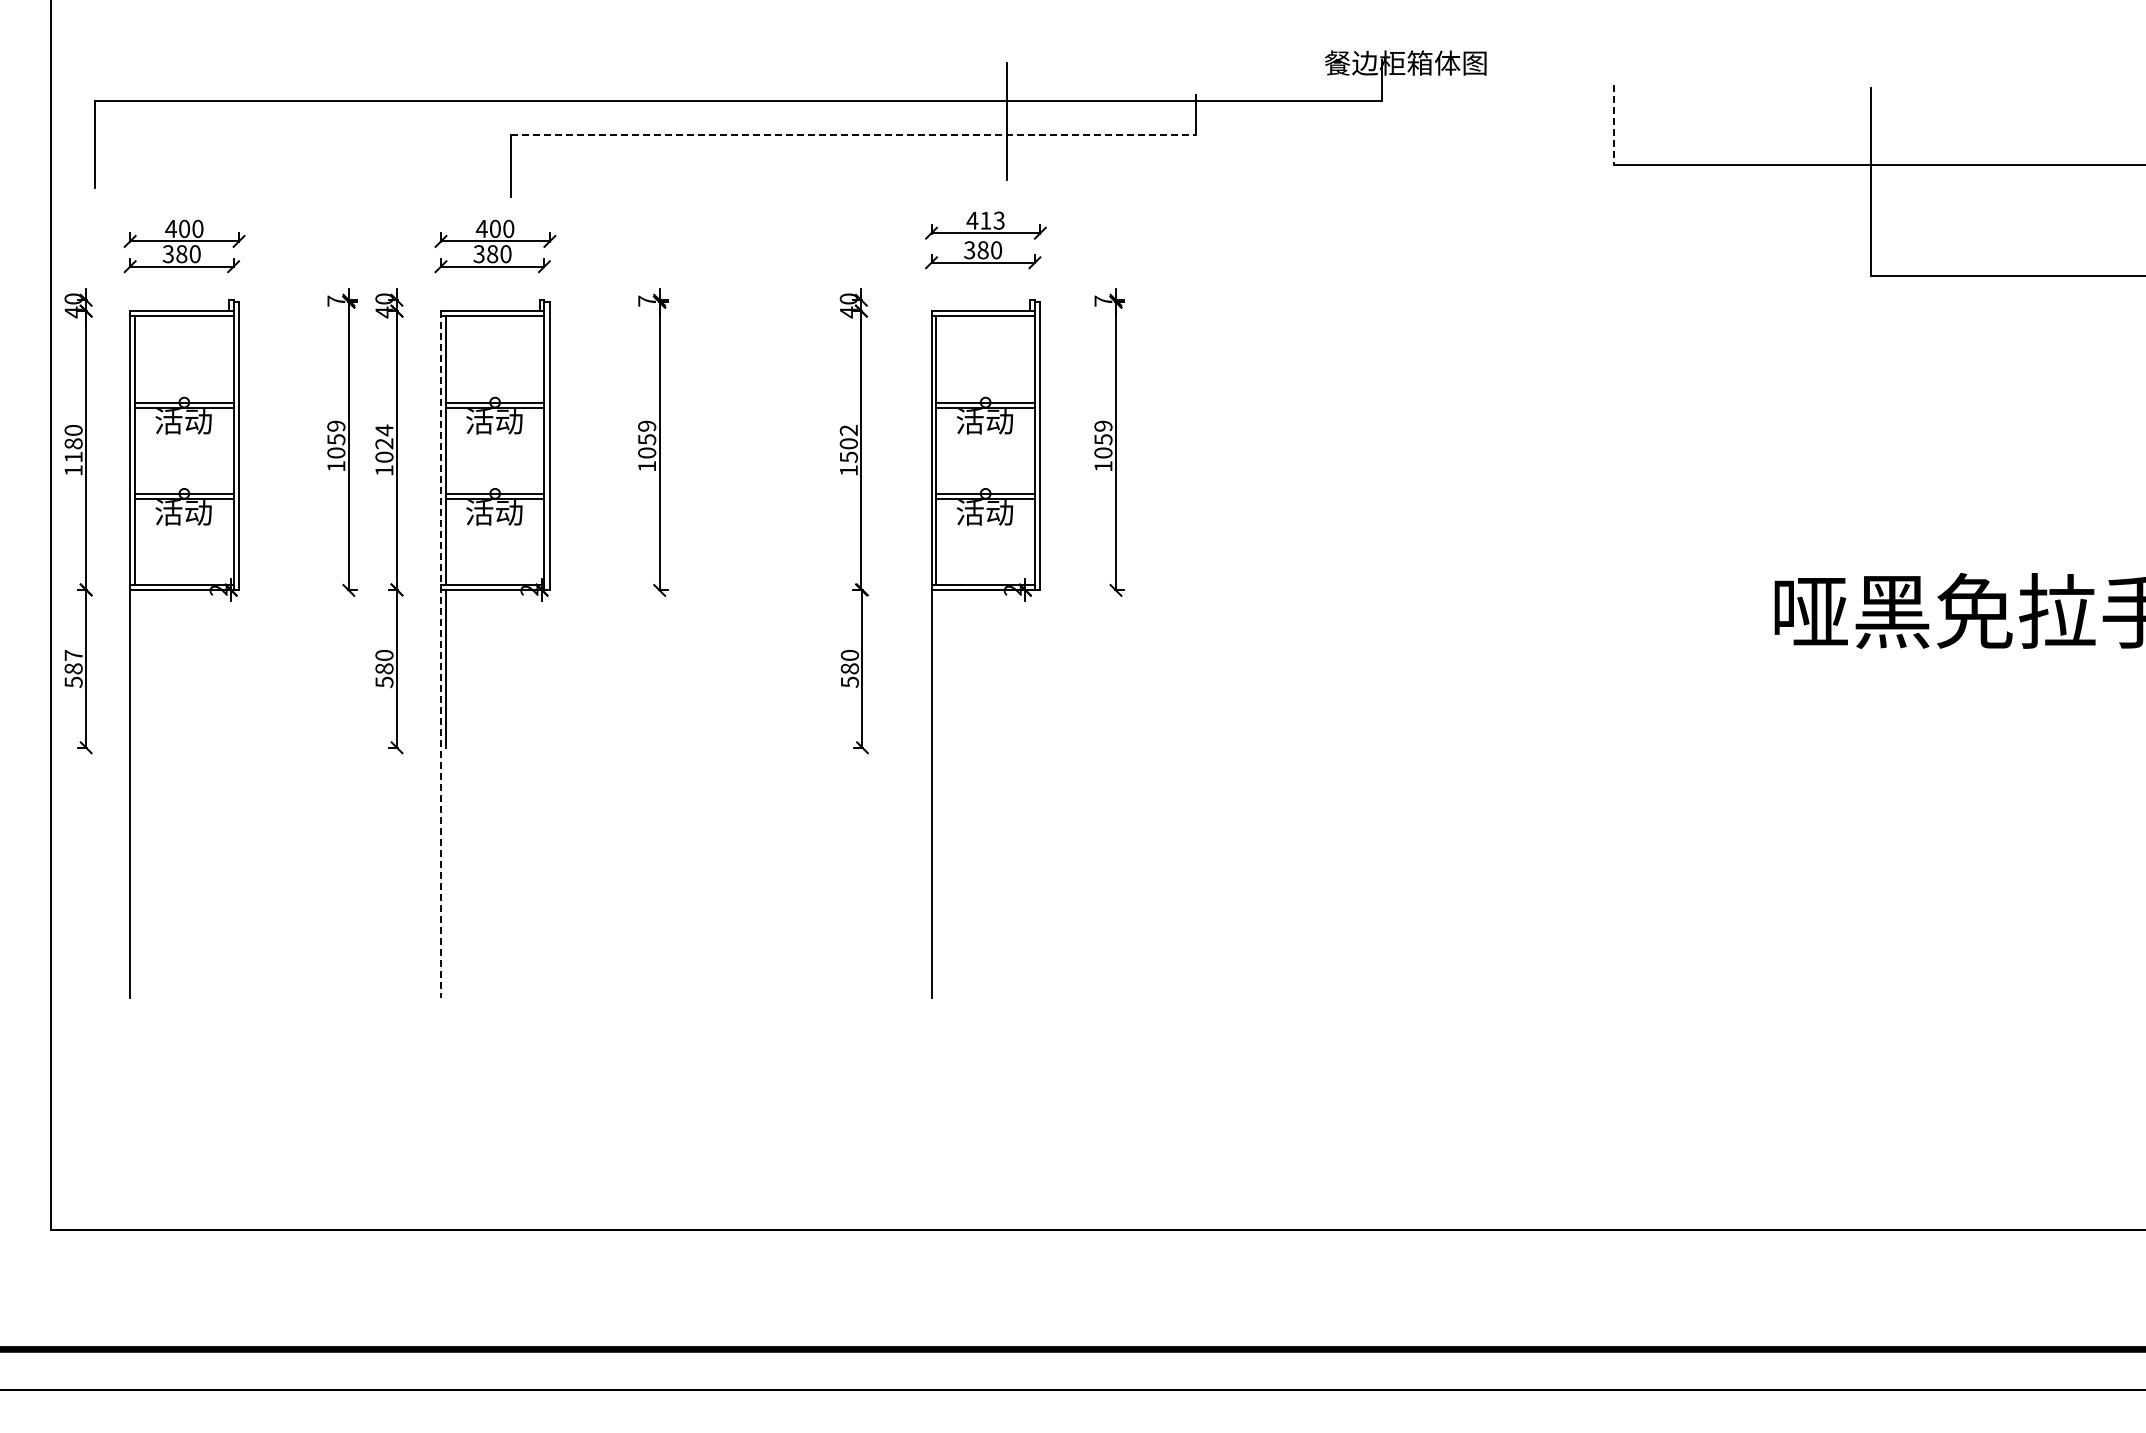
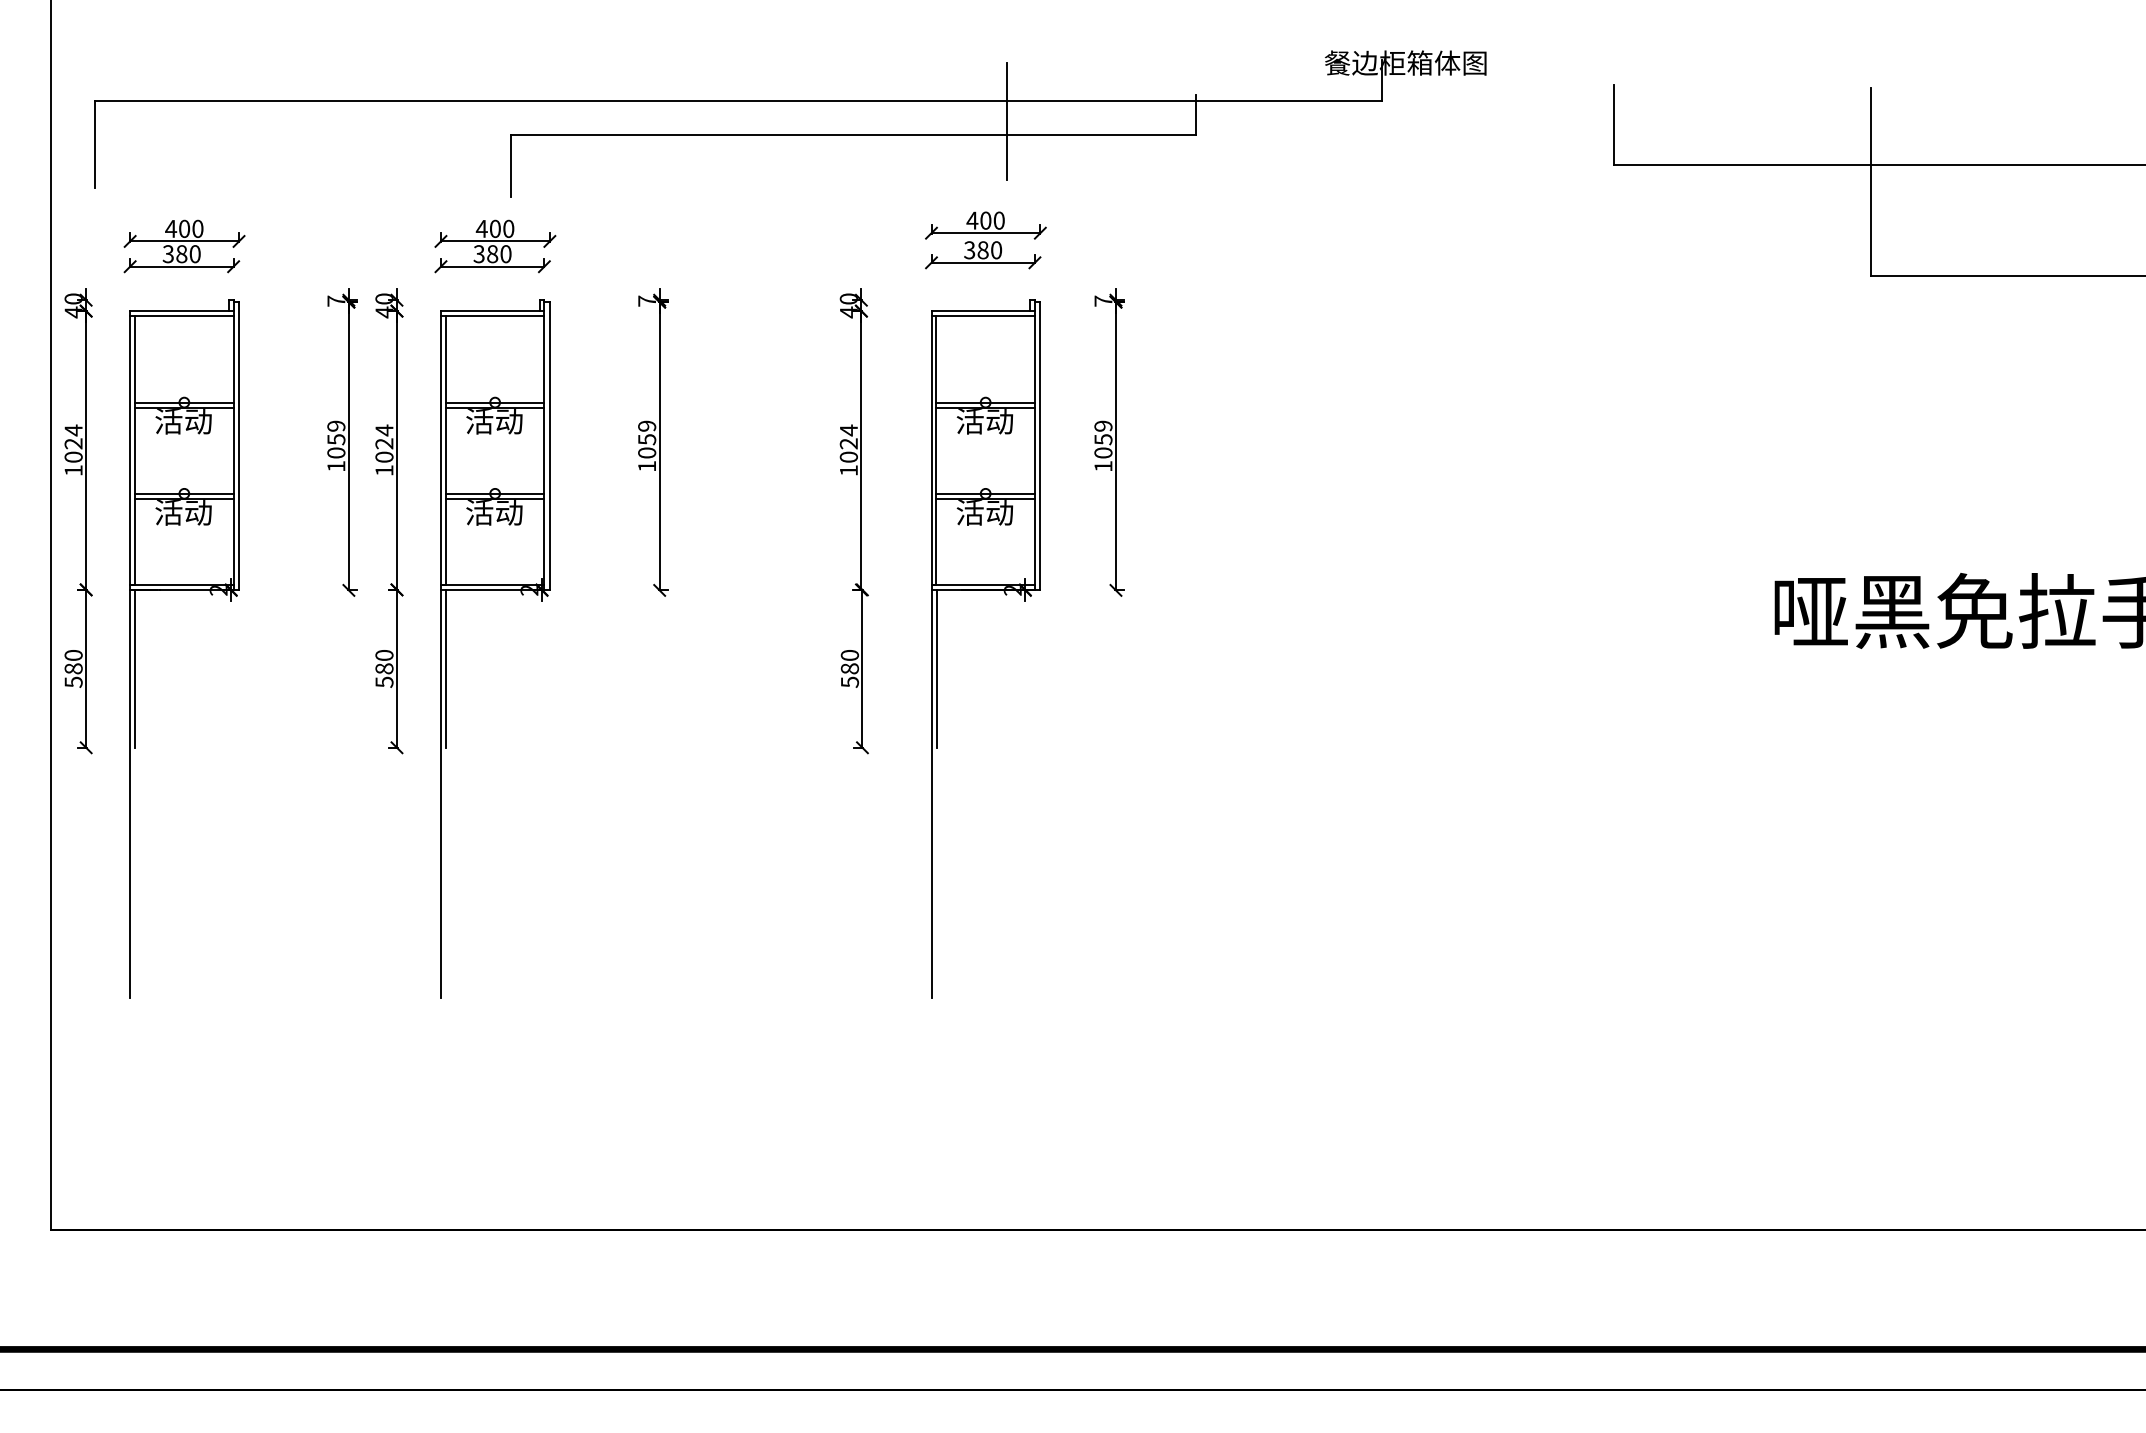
line at (1613, 125): dashed -> solid
line at (854, 135): dashed -> solid
text at (992, 220): 413 -> 400
text at (73, 443): 1180 -> 1024
text at (848, 443): 1502 -> 1024
text at (73, 654): 587 -> 580
line at (440, 654): dashed -> solid
line at (135, 668): none -> present
line at (936, 668): none -> present
